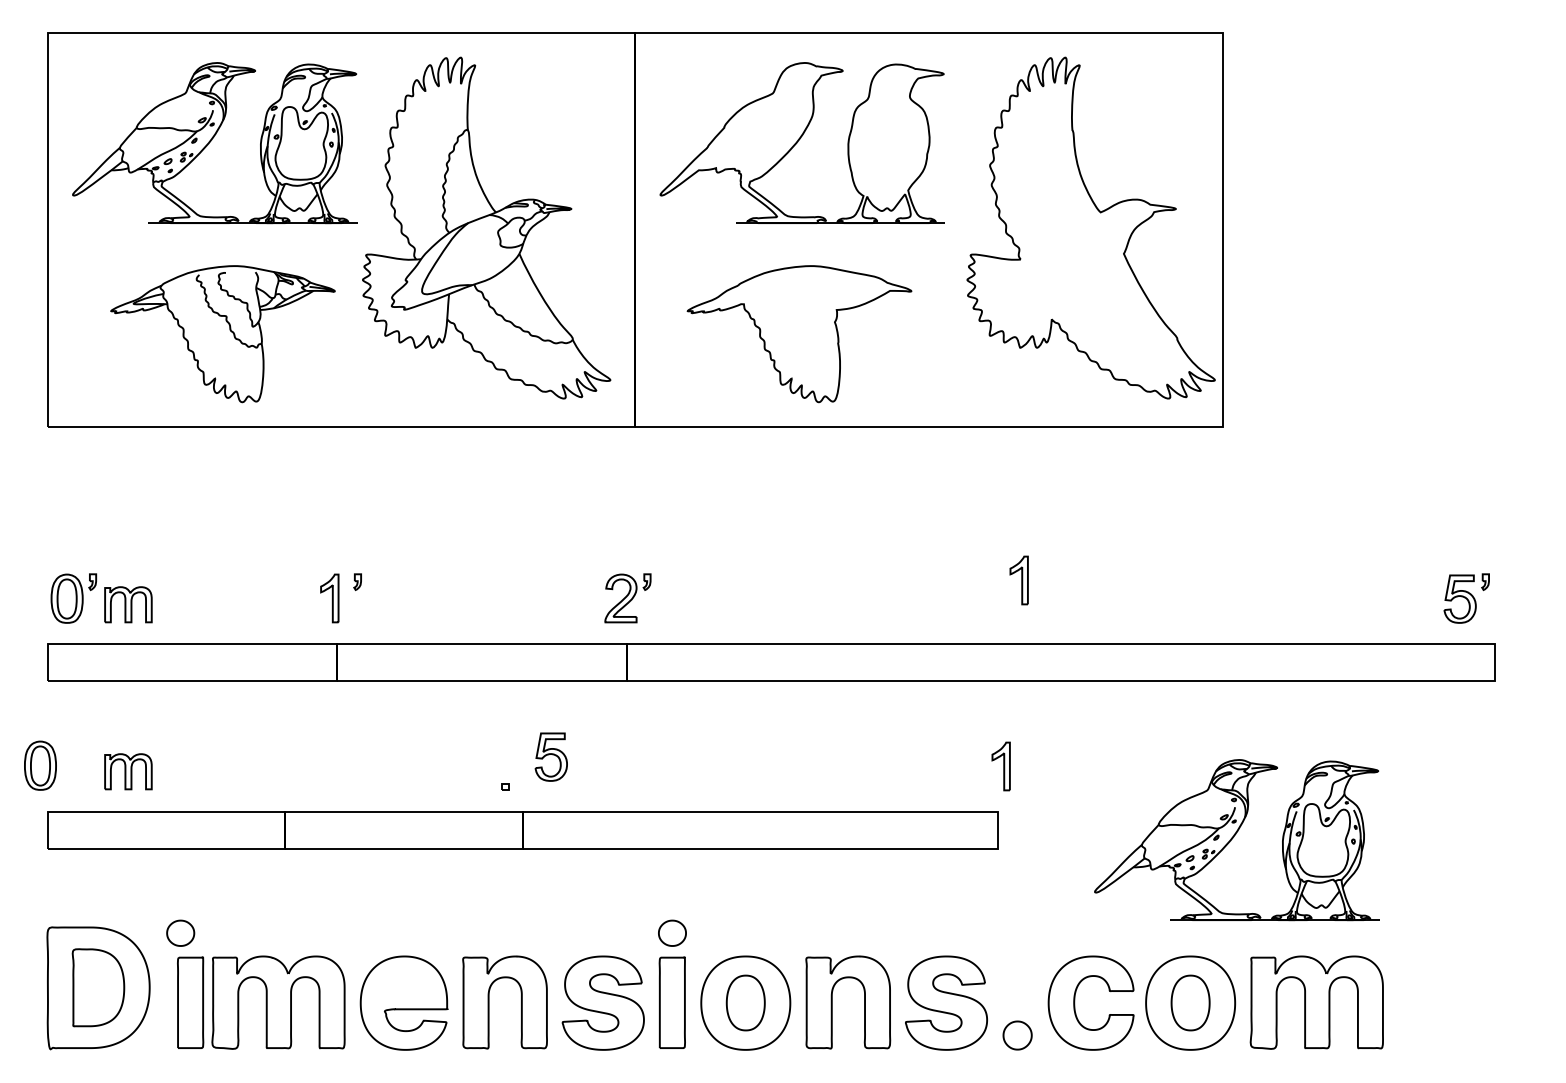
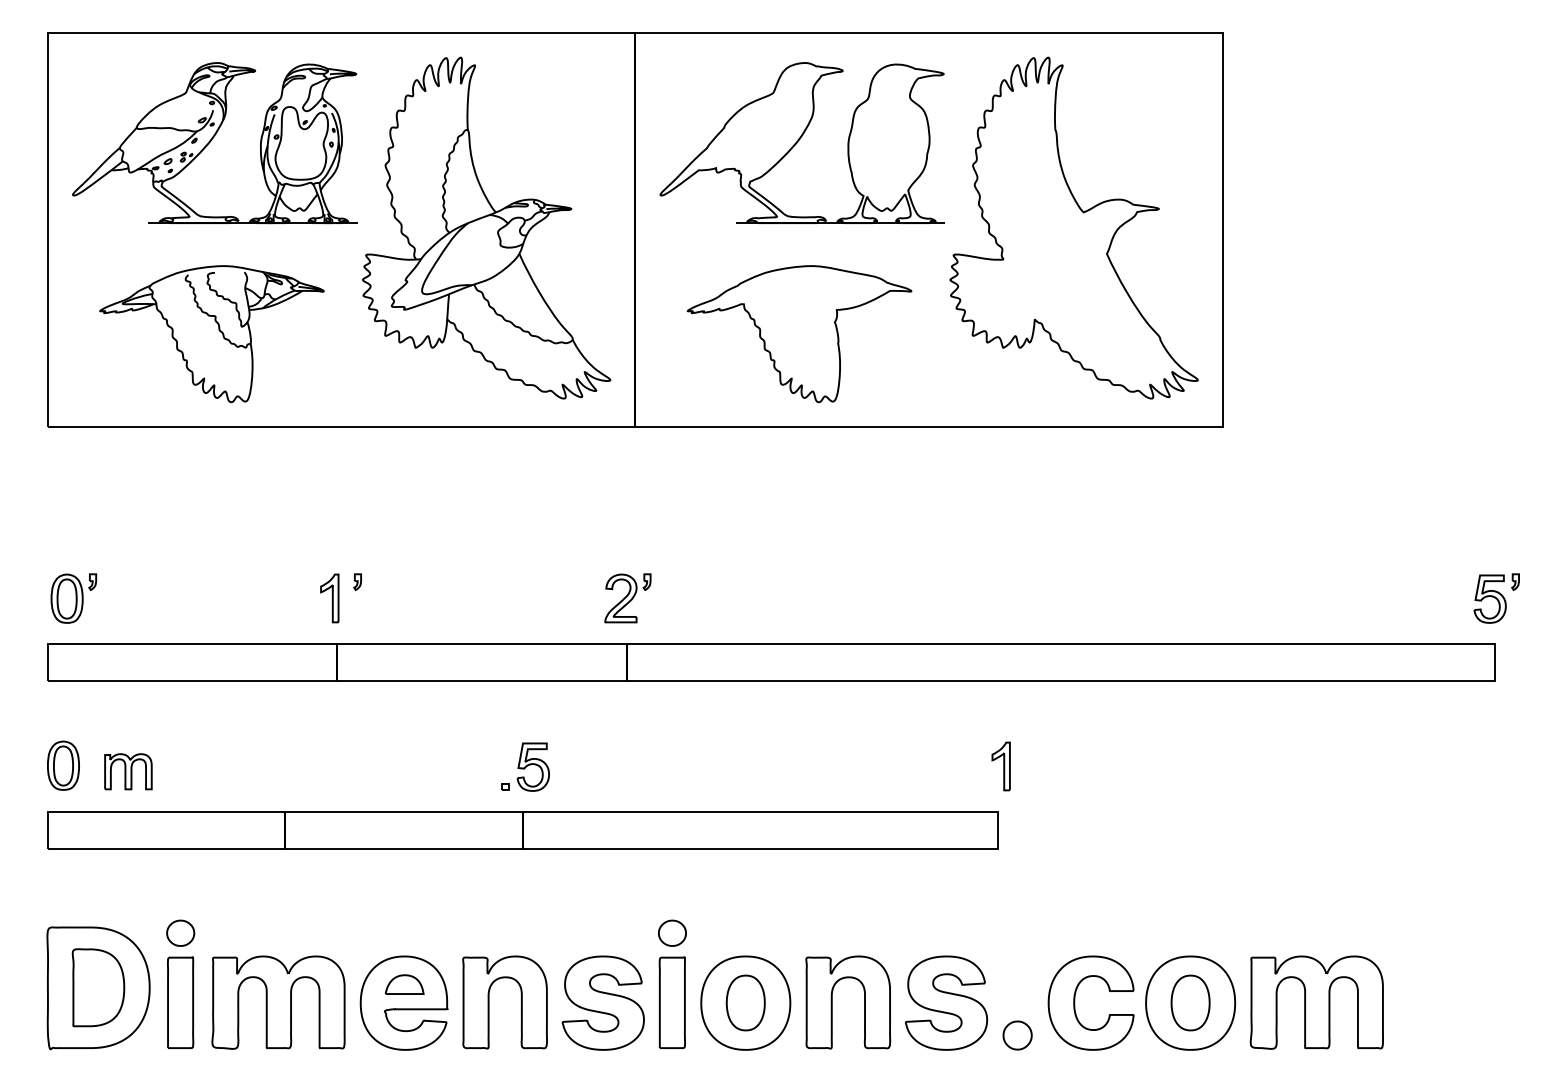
part at (1090, 227) position: (1090, 227) -> (1073, 227)
part at (222, 334) position: (222, 334) -> (211, 334)
part at (1018, 580): present -> none
part at (1466, 598) position: (1466, 598) -> (1496, 598)
part at (128, 604): present -> none
part at (550, 756) position: (550, 756) -> (532, 766)
part at (40, 765) position: (40, 765) -> (63, 765)
part at (1236, 840): present -> none
part at (404, 984): none -> present
part at (190, 1002) position: (190, 1002) -> (180, 1002)
